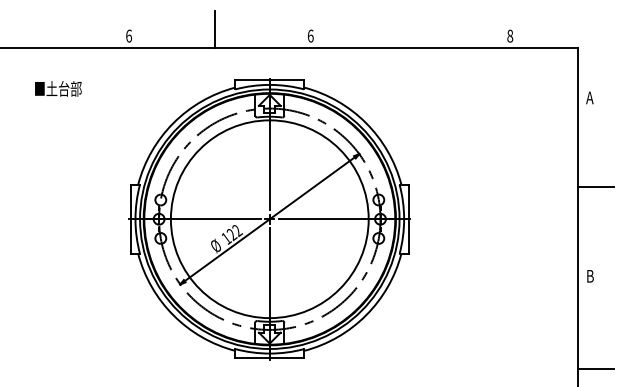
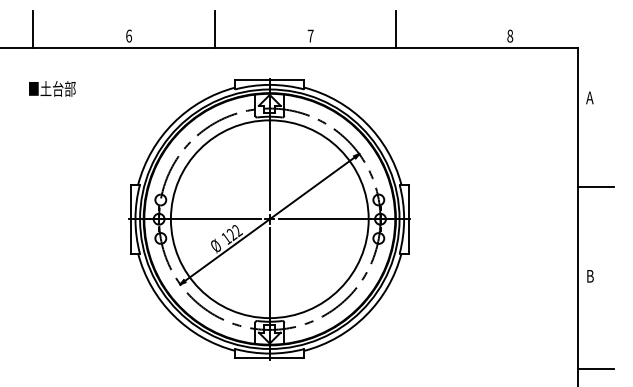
line at (33, 29): none -> present
line at (396, 29): none -> present
text at (310, 35): 6 -> 7
text at (58, 88) position: (58, 88) -> (52, 88)
